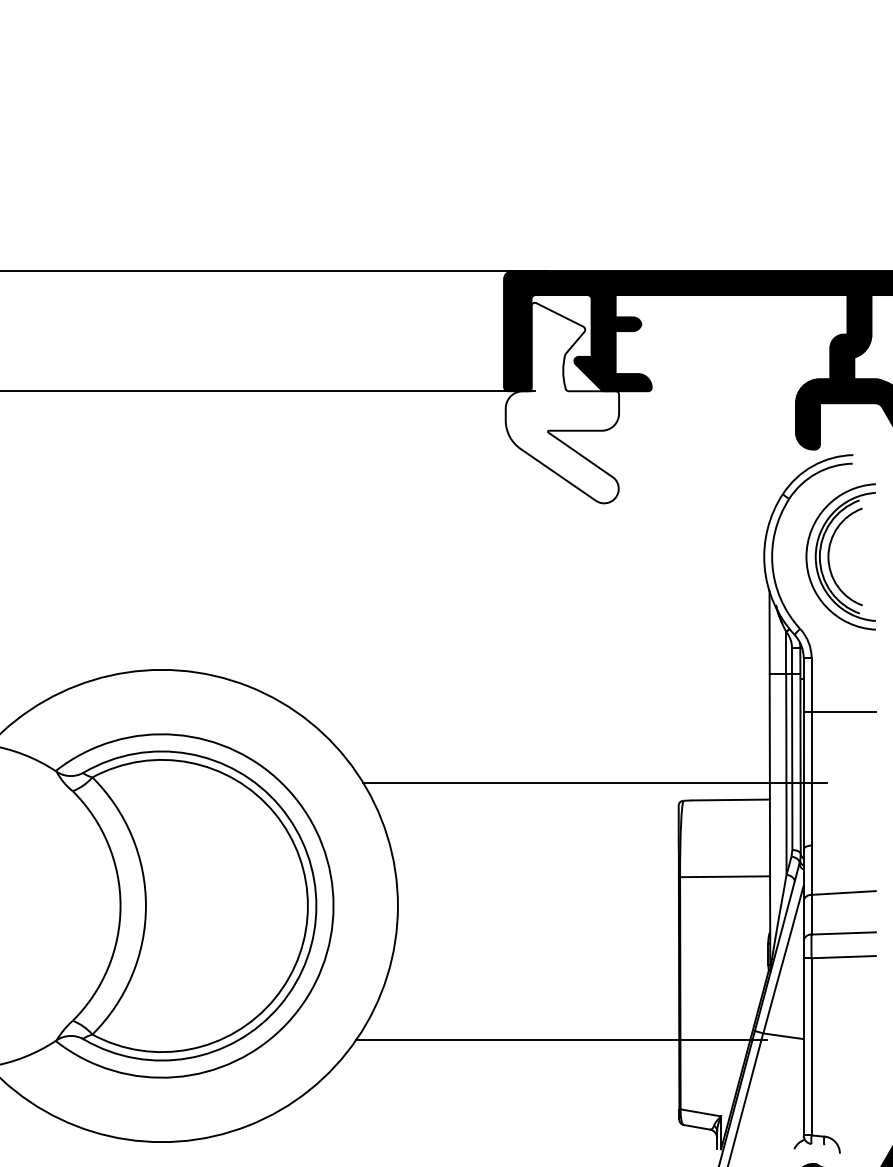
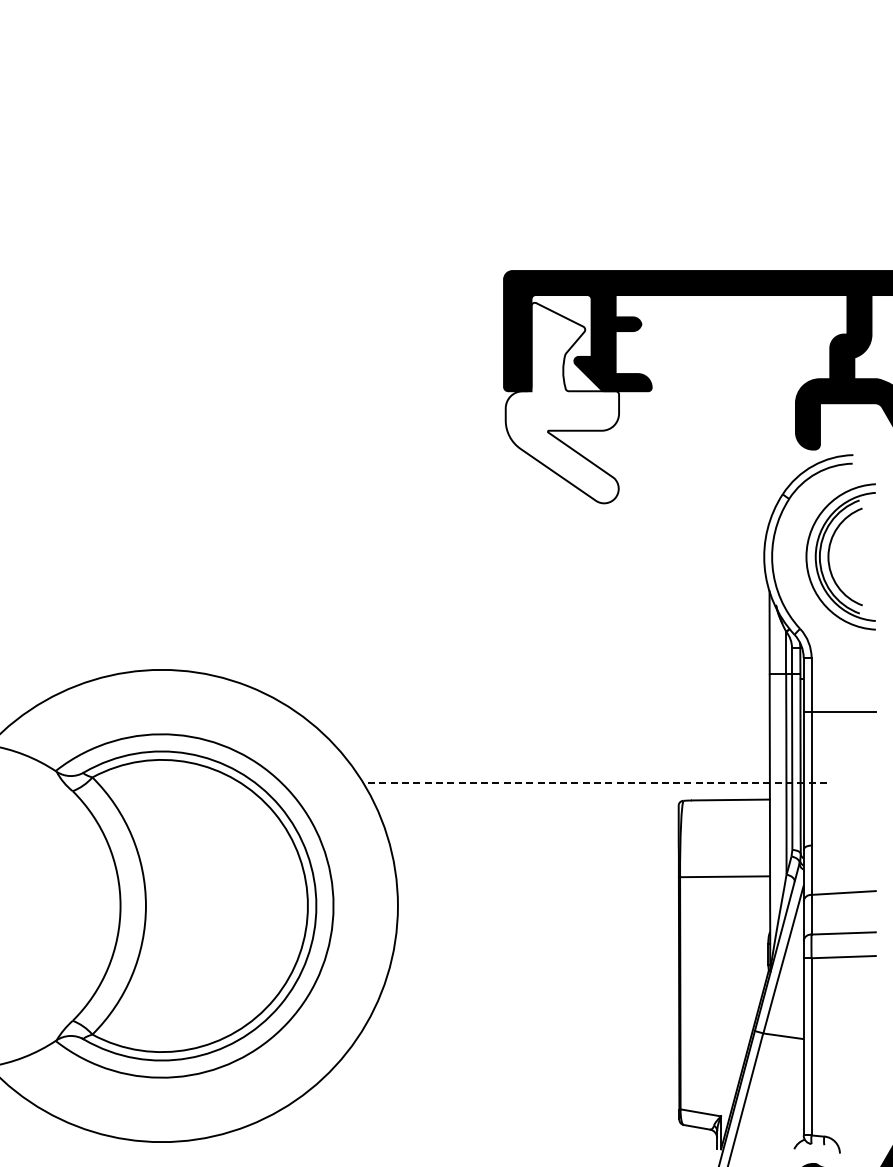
line at (274, 271): present -> none
line at (268, 391): present -> none
line at (595, 782): solid -> dashed
line at (561, 1040): present -> none
